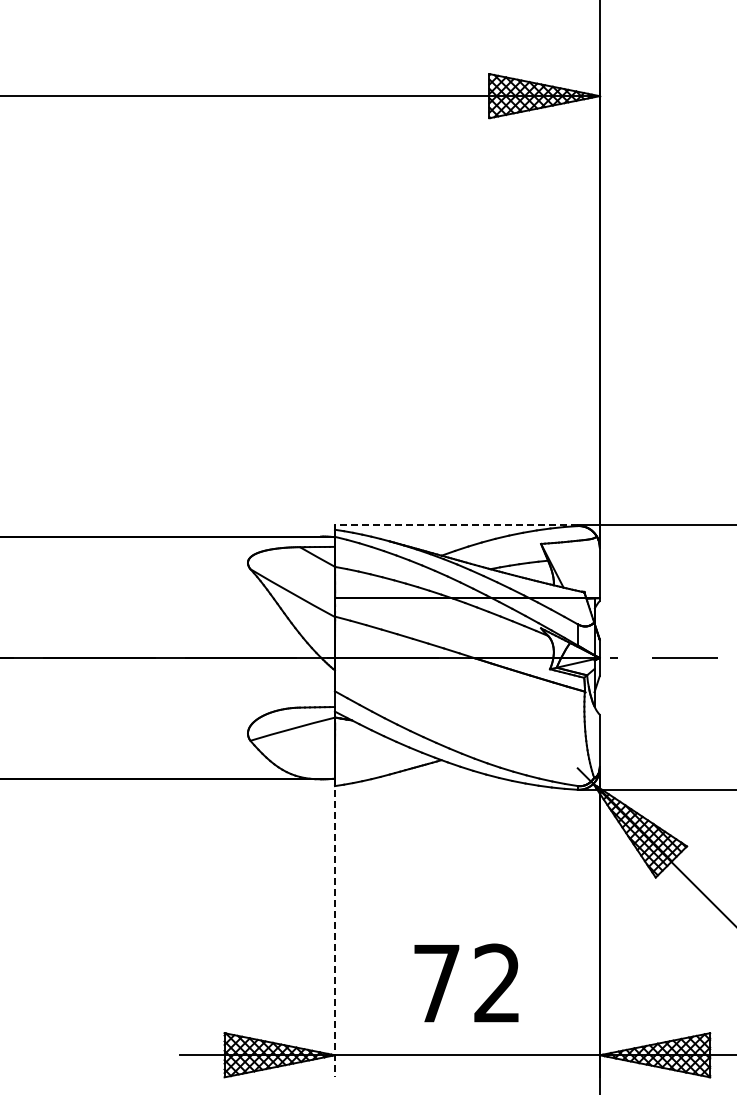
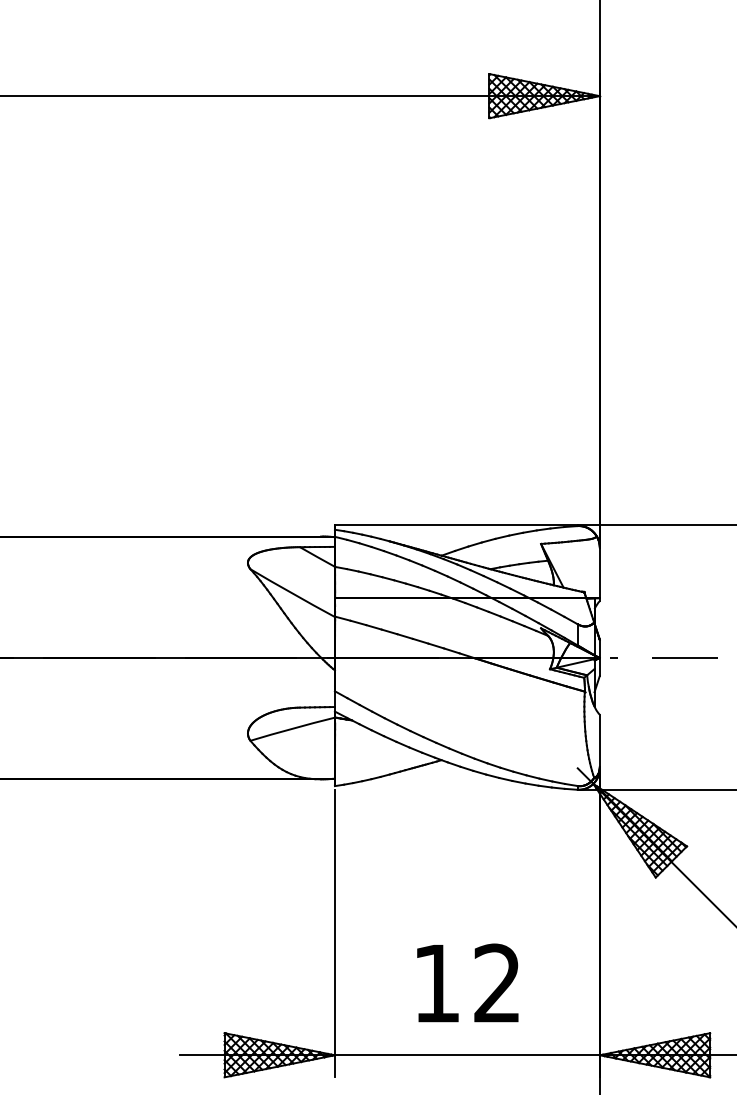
line at (455, 525): dashed -> solid
line at (334, 934): dashed -> solid
text at (436, 983): 72 -> 12
